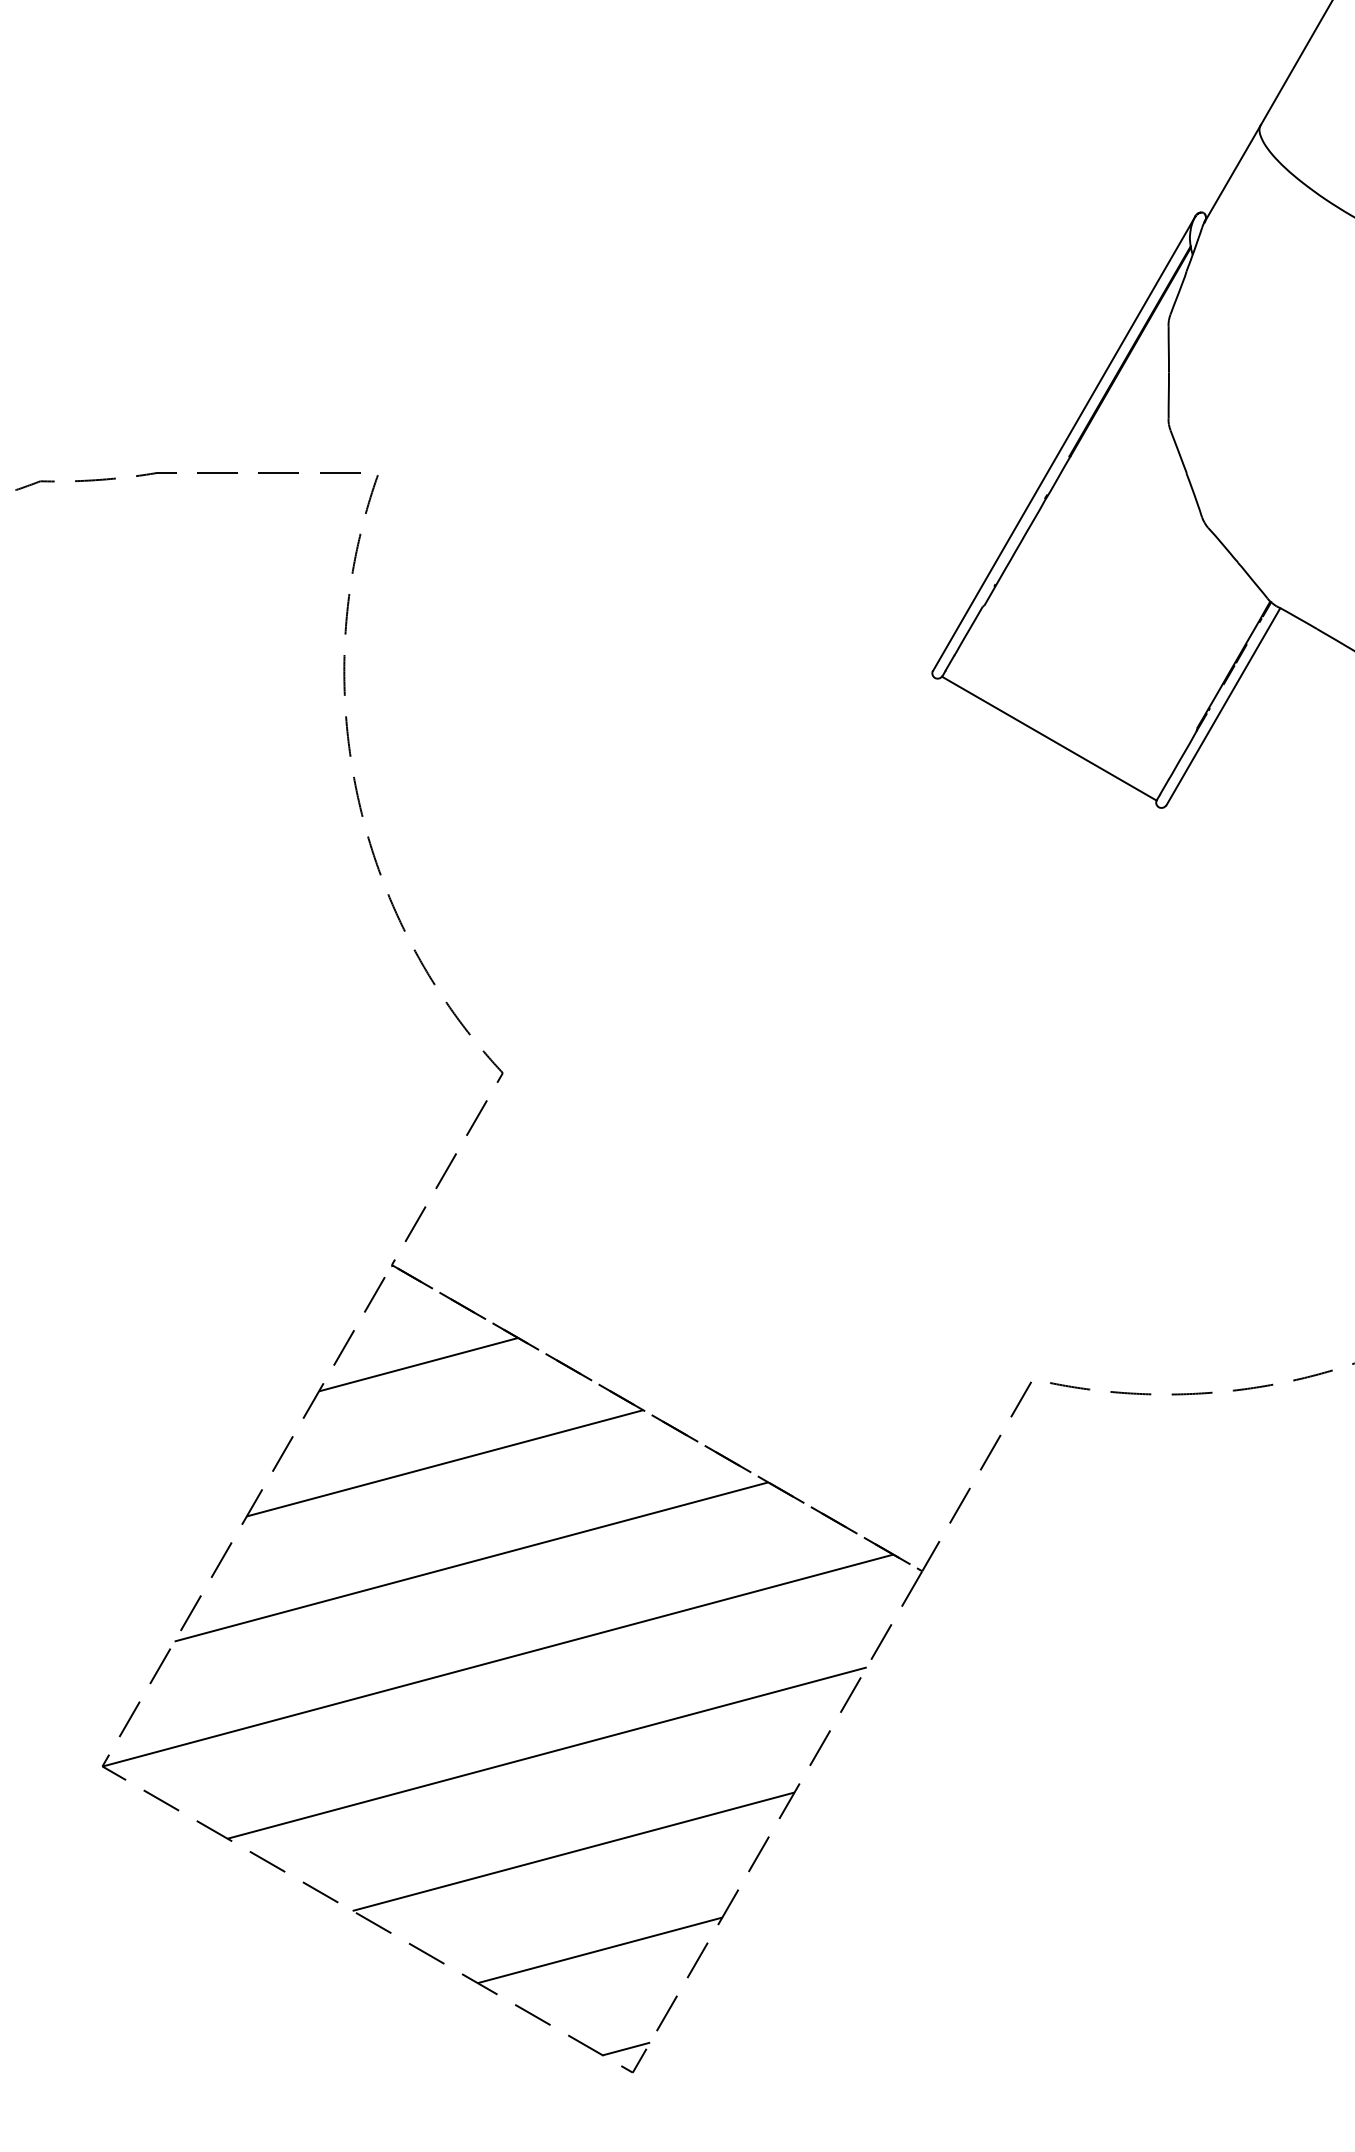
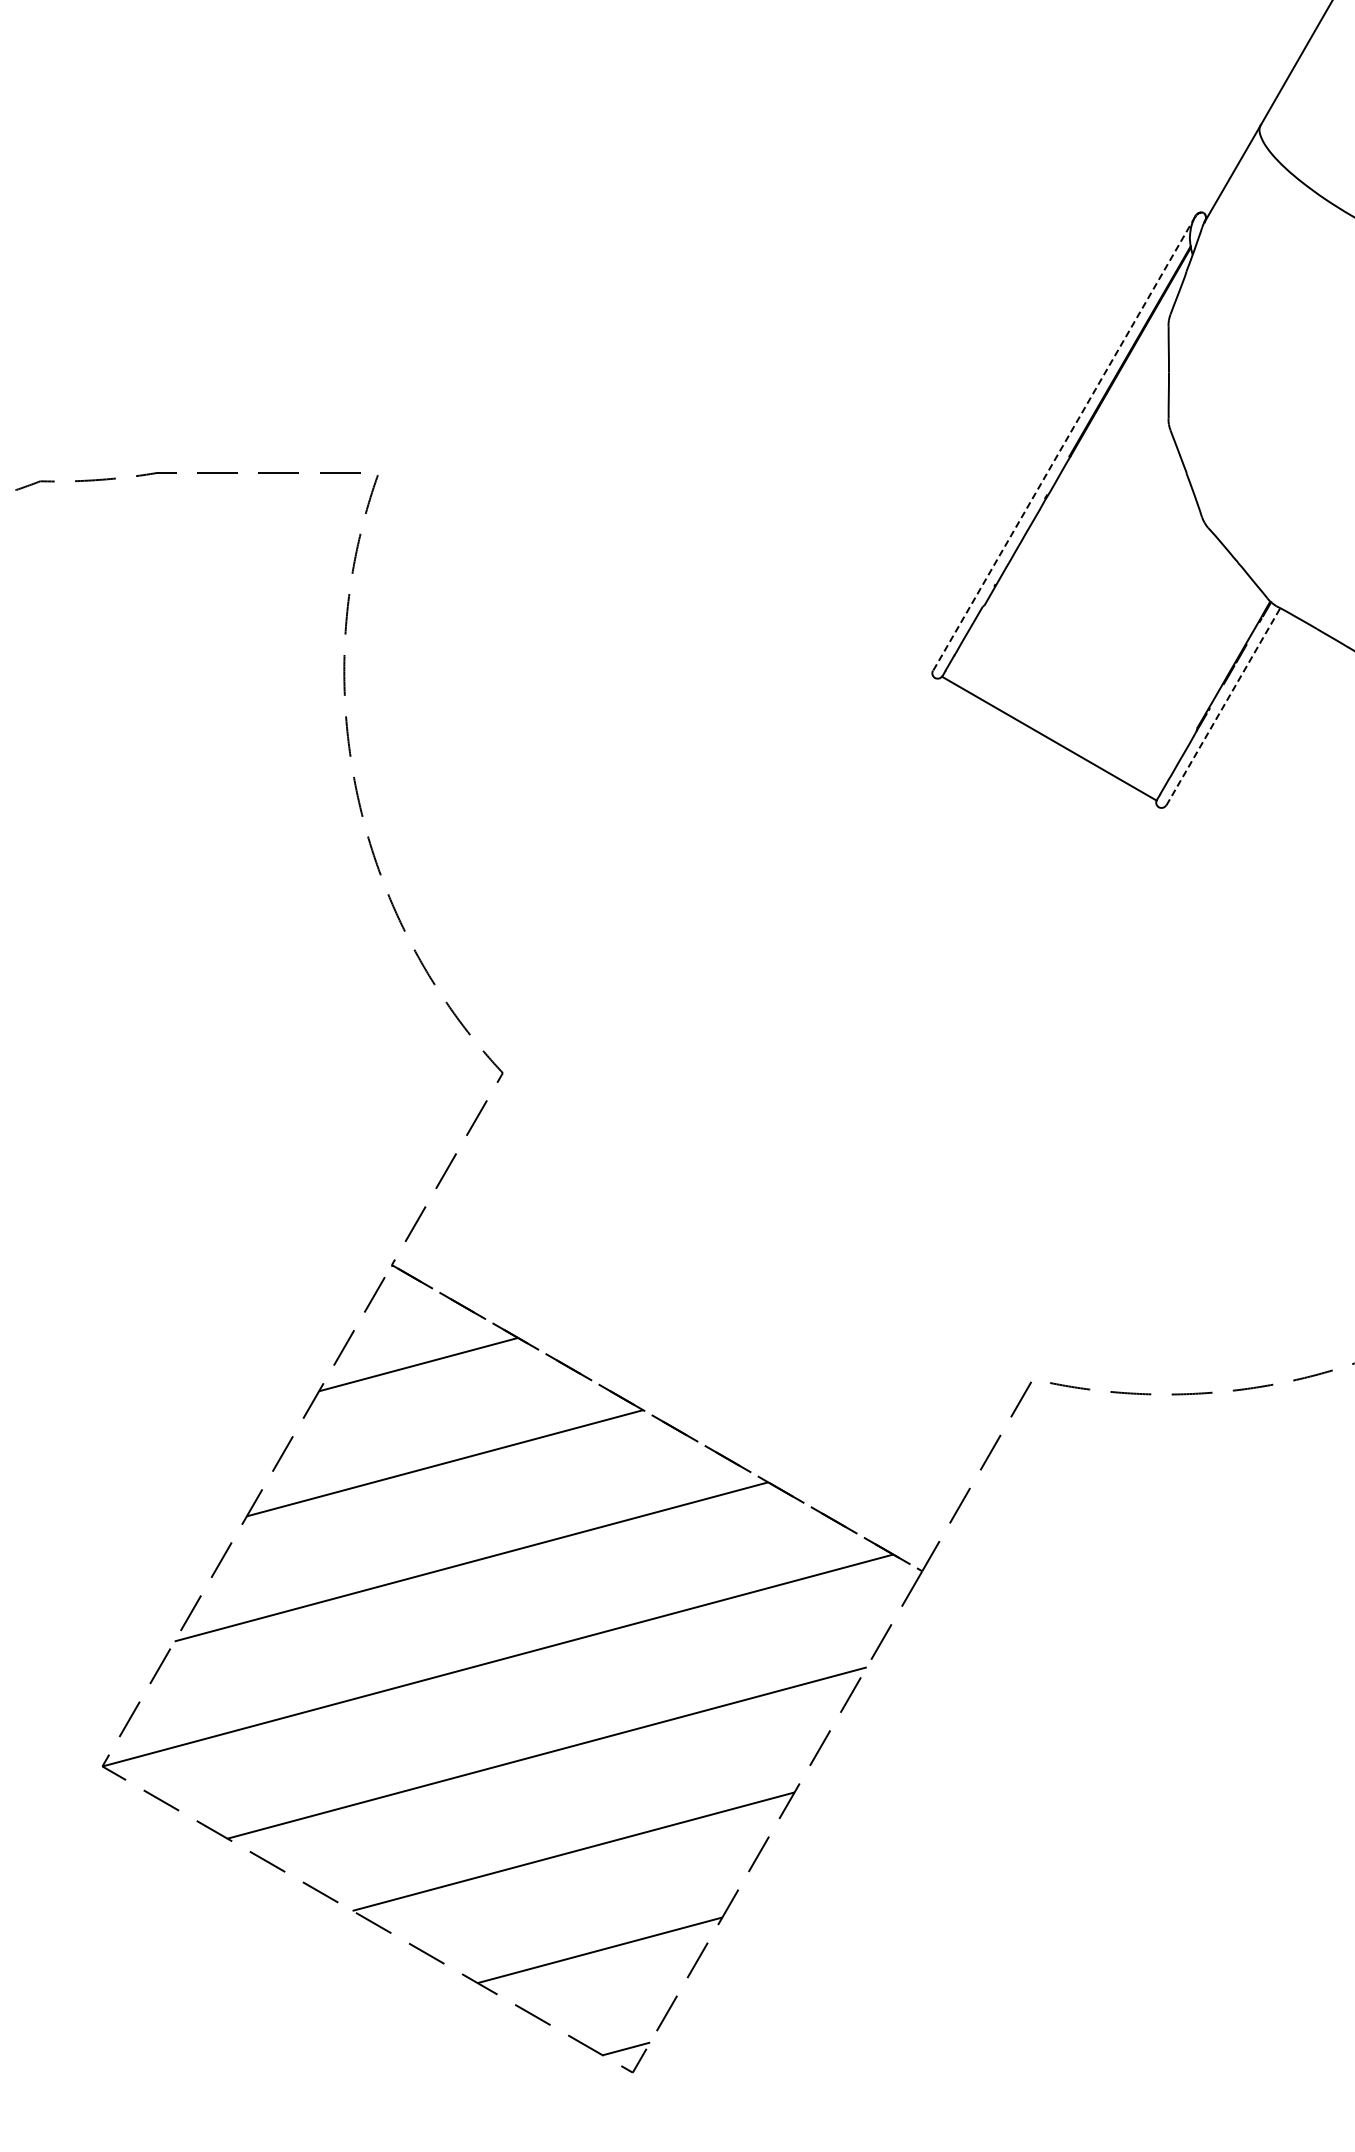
line at (1064, 444): solid -> dashed
line at (1223, 706): solid -> dashed
